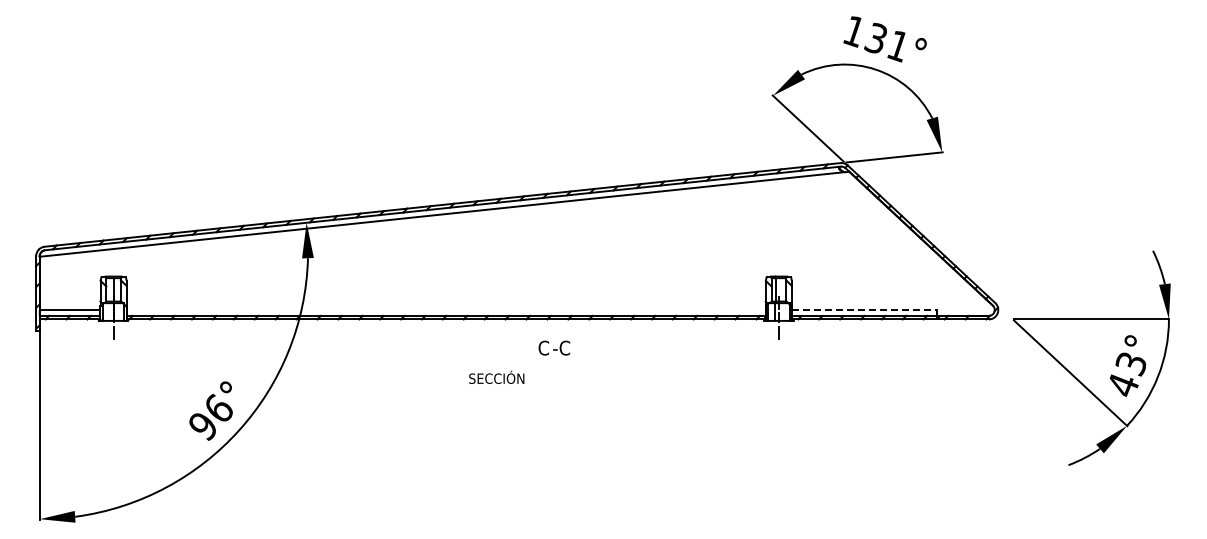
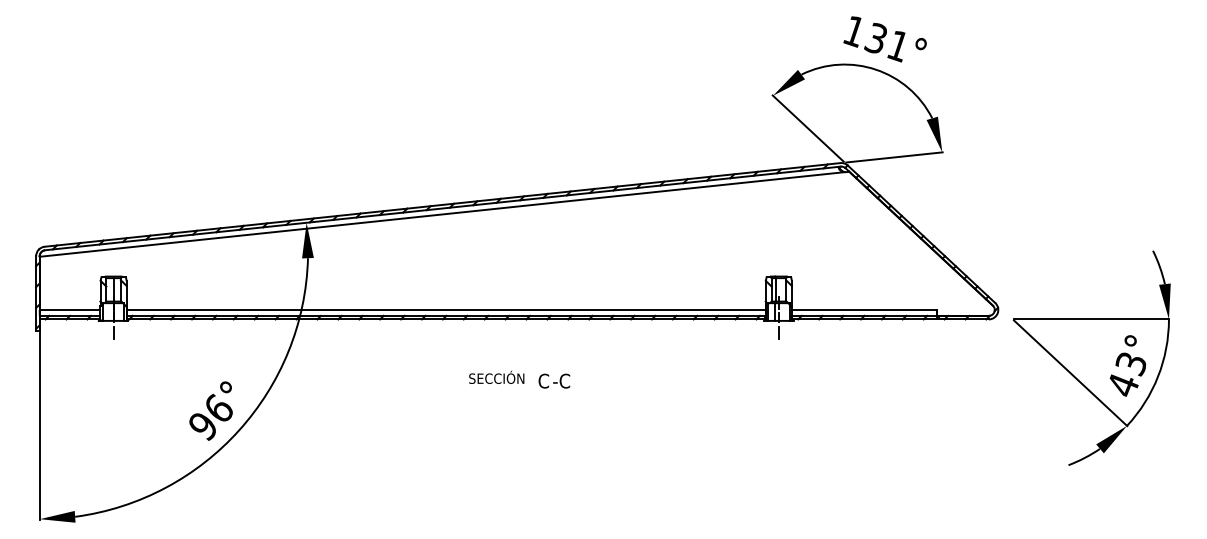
line at (445, 309): none -> present
line at (865, 309): dashed -> solid
text at (554, 347) position: (554, 347) -> (554, 380)
